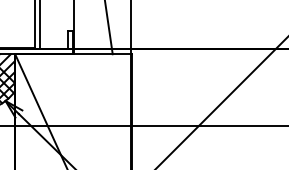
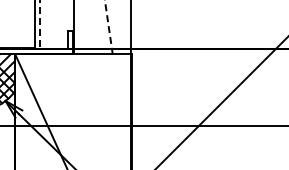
line at (40, 25): solid -> dashed
line at (108, 27): solid -> dashed
